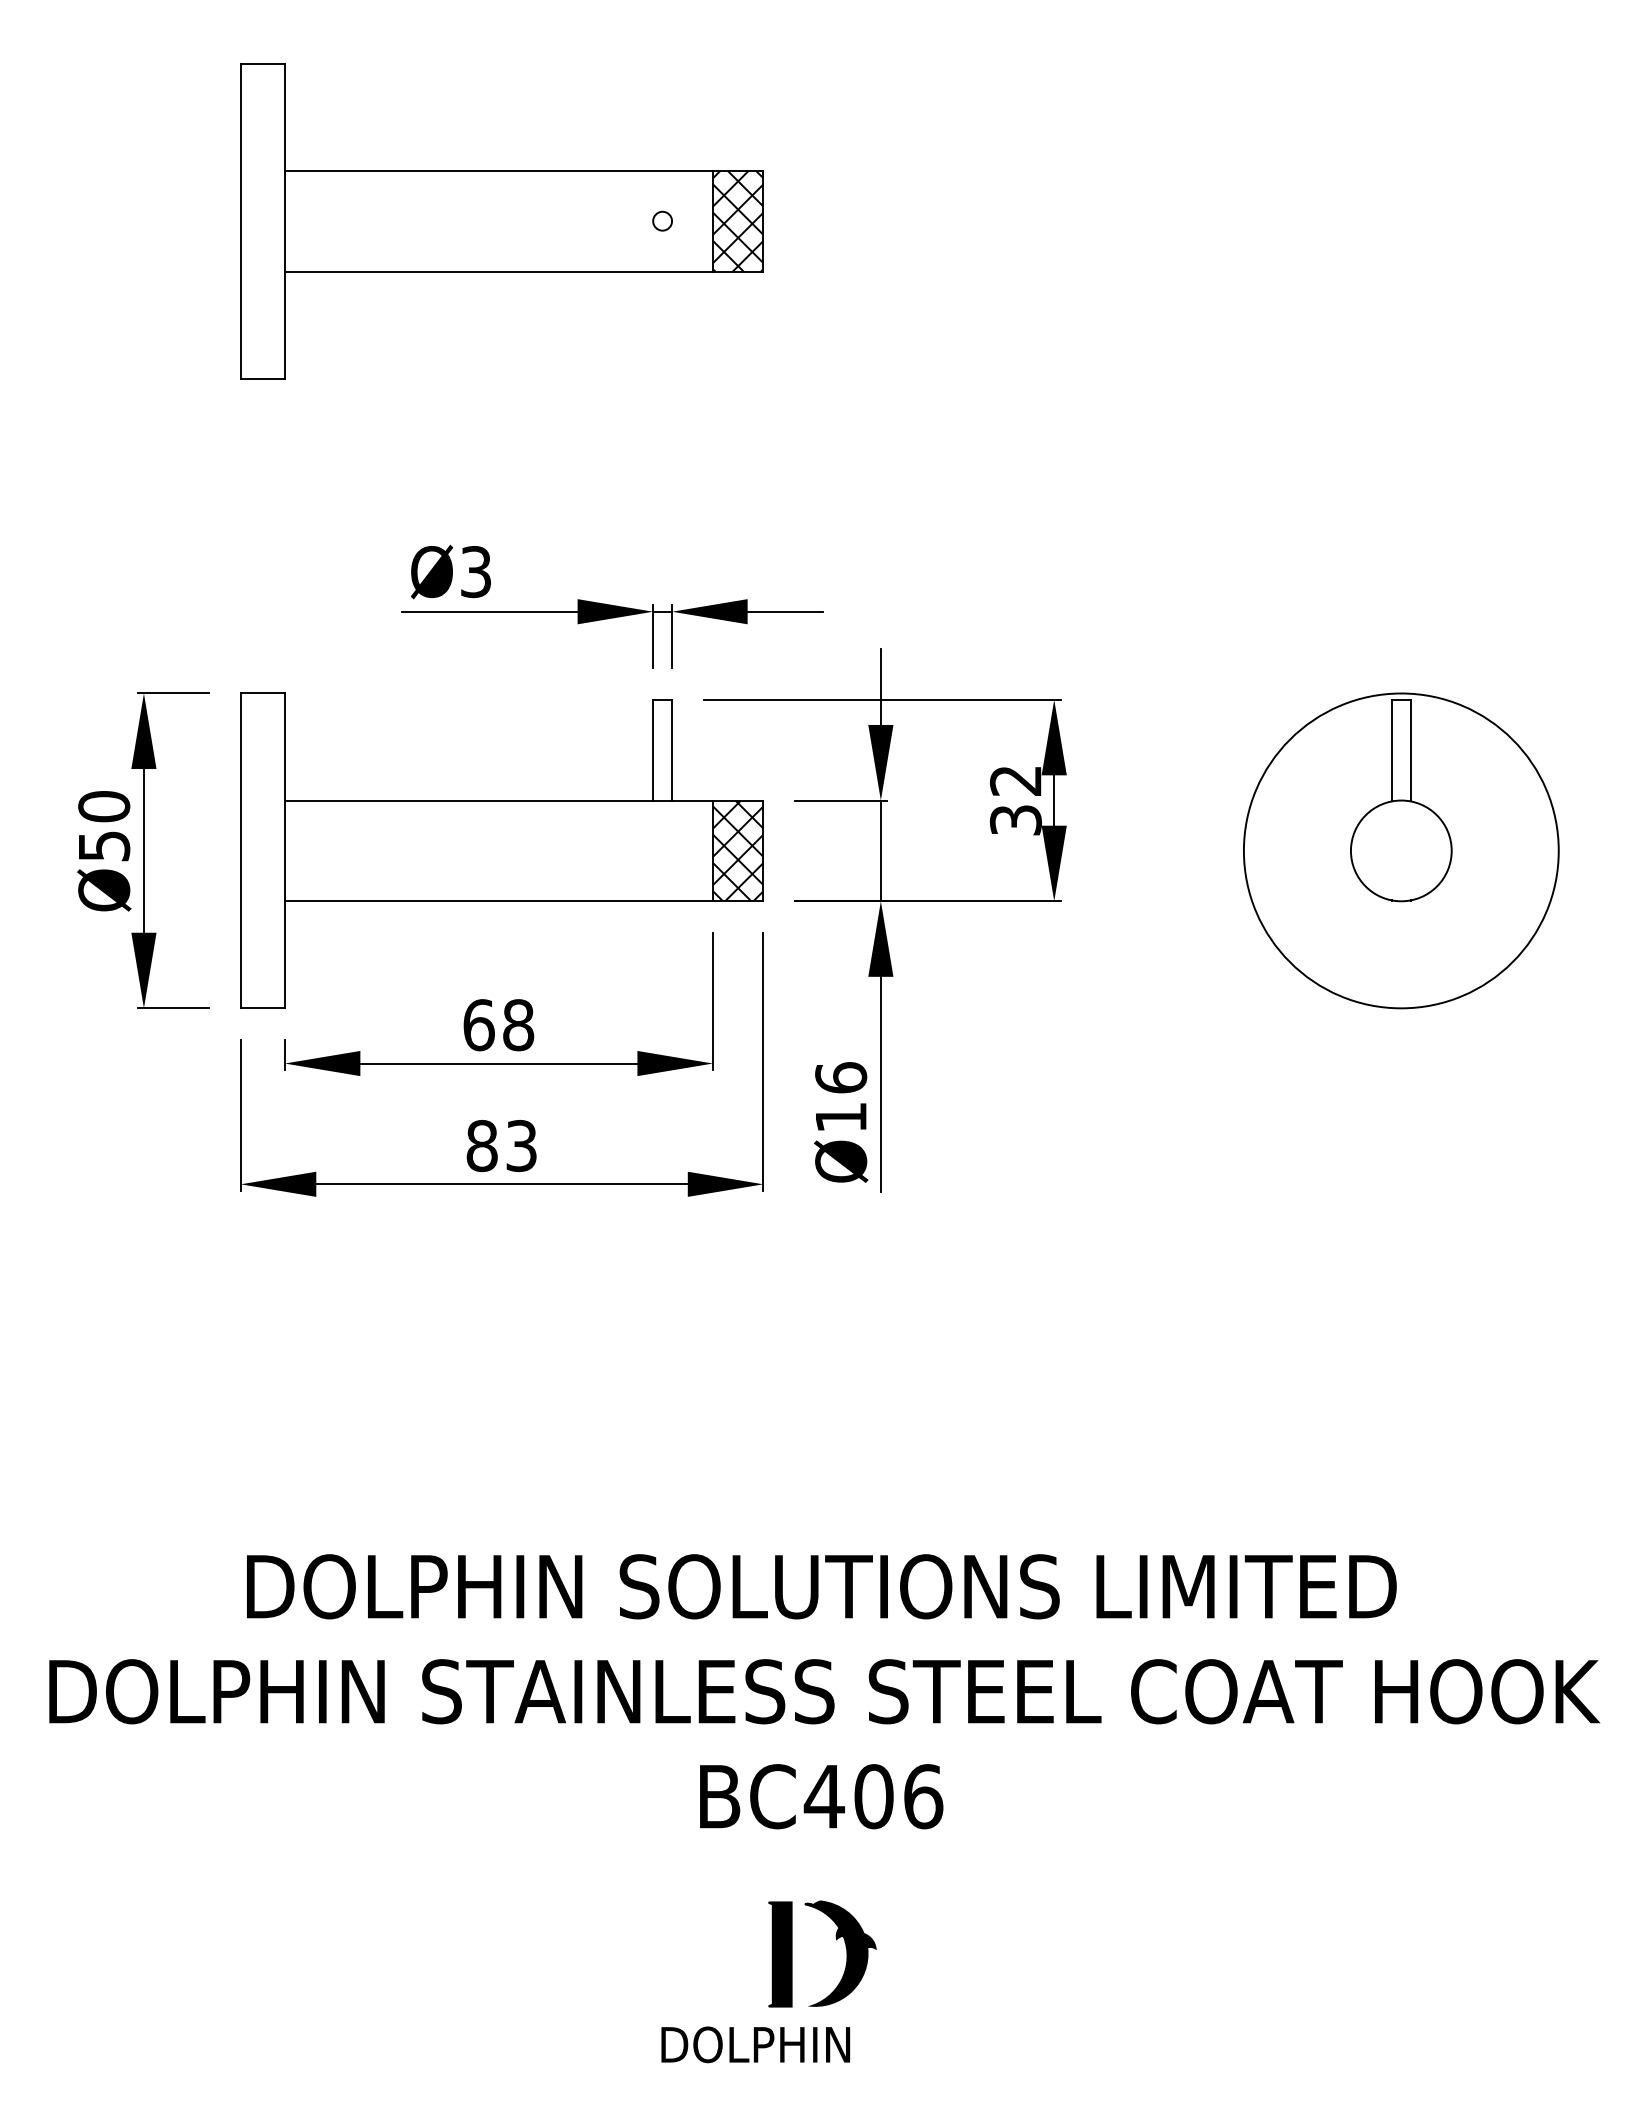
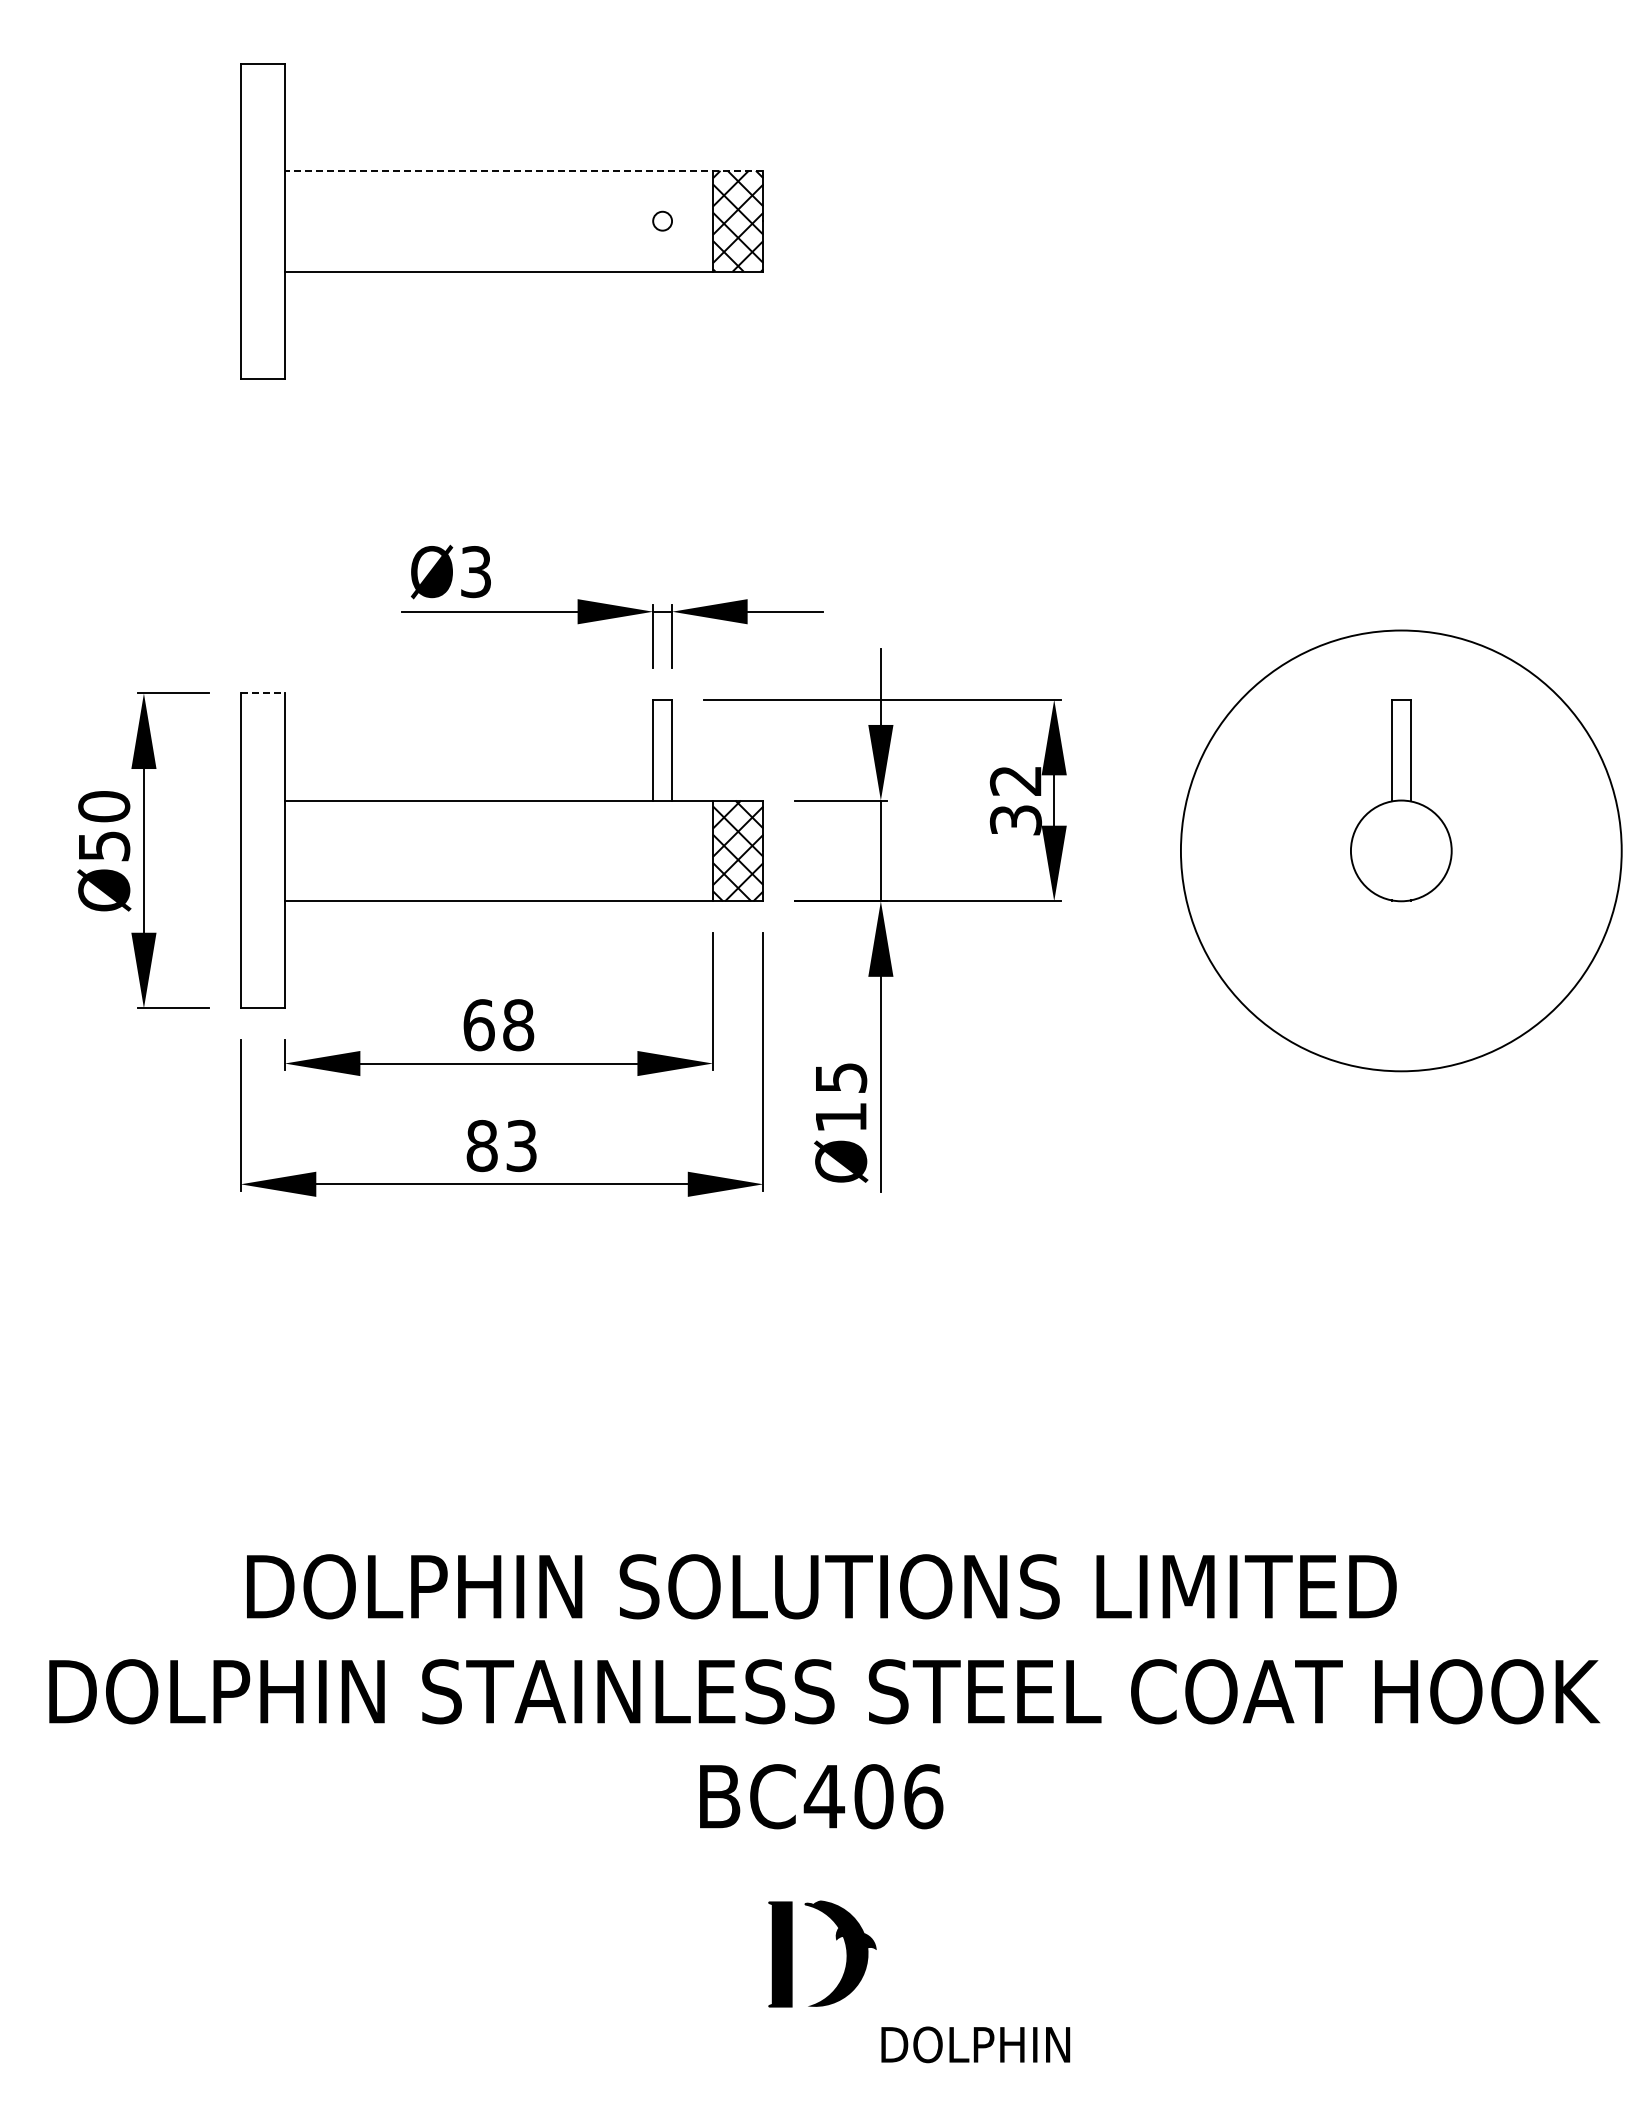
line at (523, 170): solid -> dashed
line at (263, 693): solid -> dashed
circle at (1400, 850) diameter: 315 px -> 441 px
text at (841, 1077): Ø16 -> Ø15
text at (755, 2044) position: (755, 2044) -> (975, 2044)
